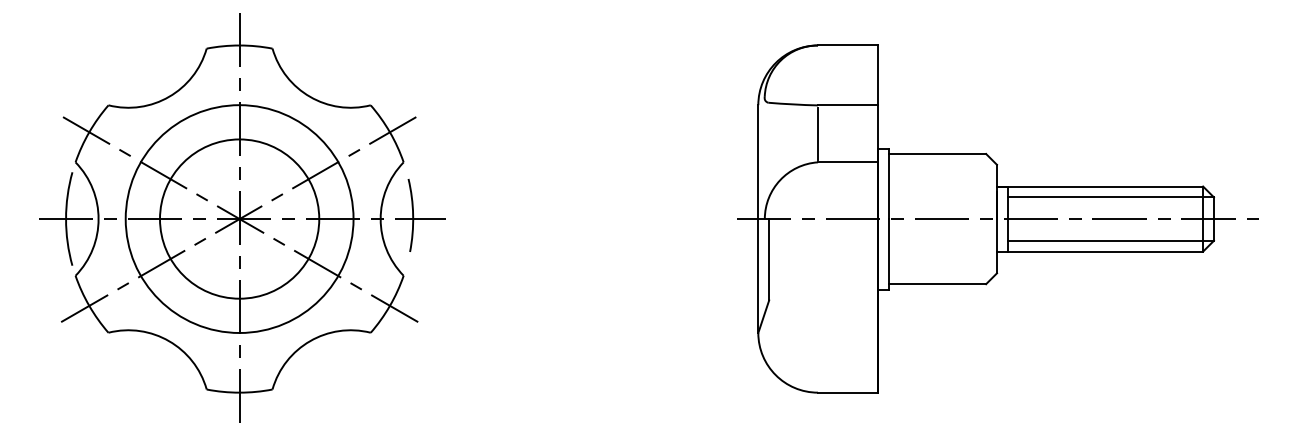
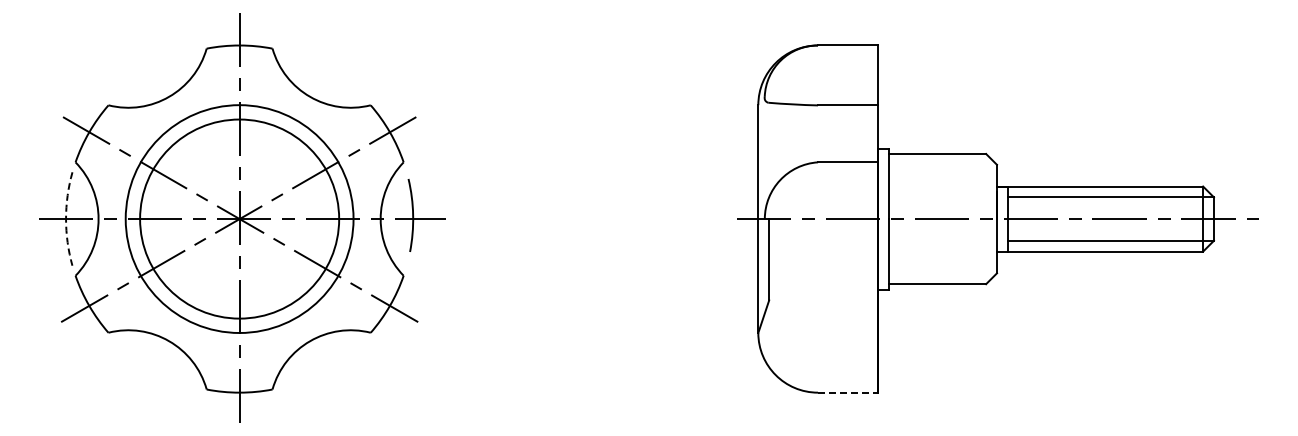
line at (817, 133): present -> none
circle at (239, 218) diameter: 159 px -> 199 px
arc at (66, 219): solid -> dashed
line at (847, 392): solid -> dashed
